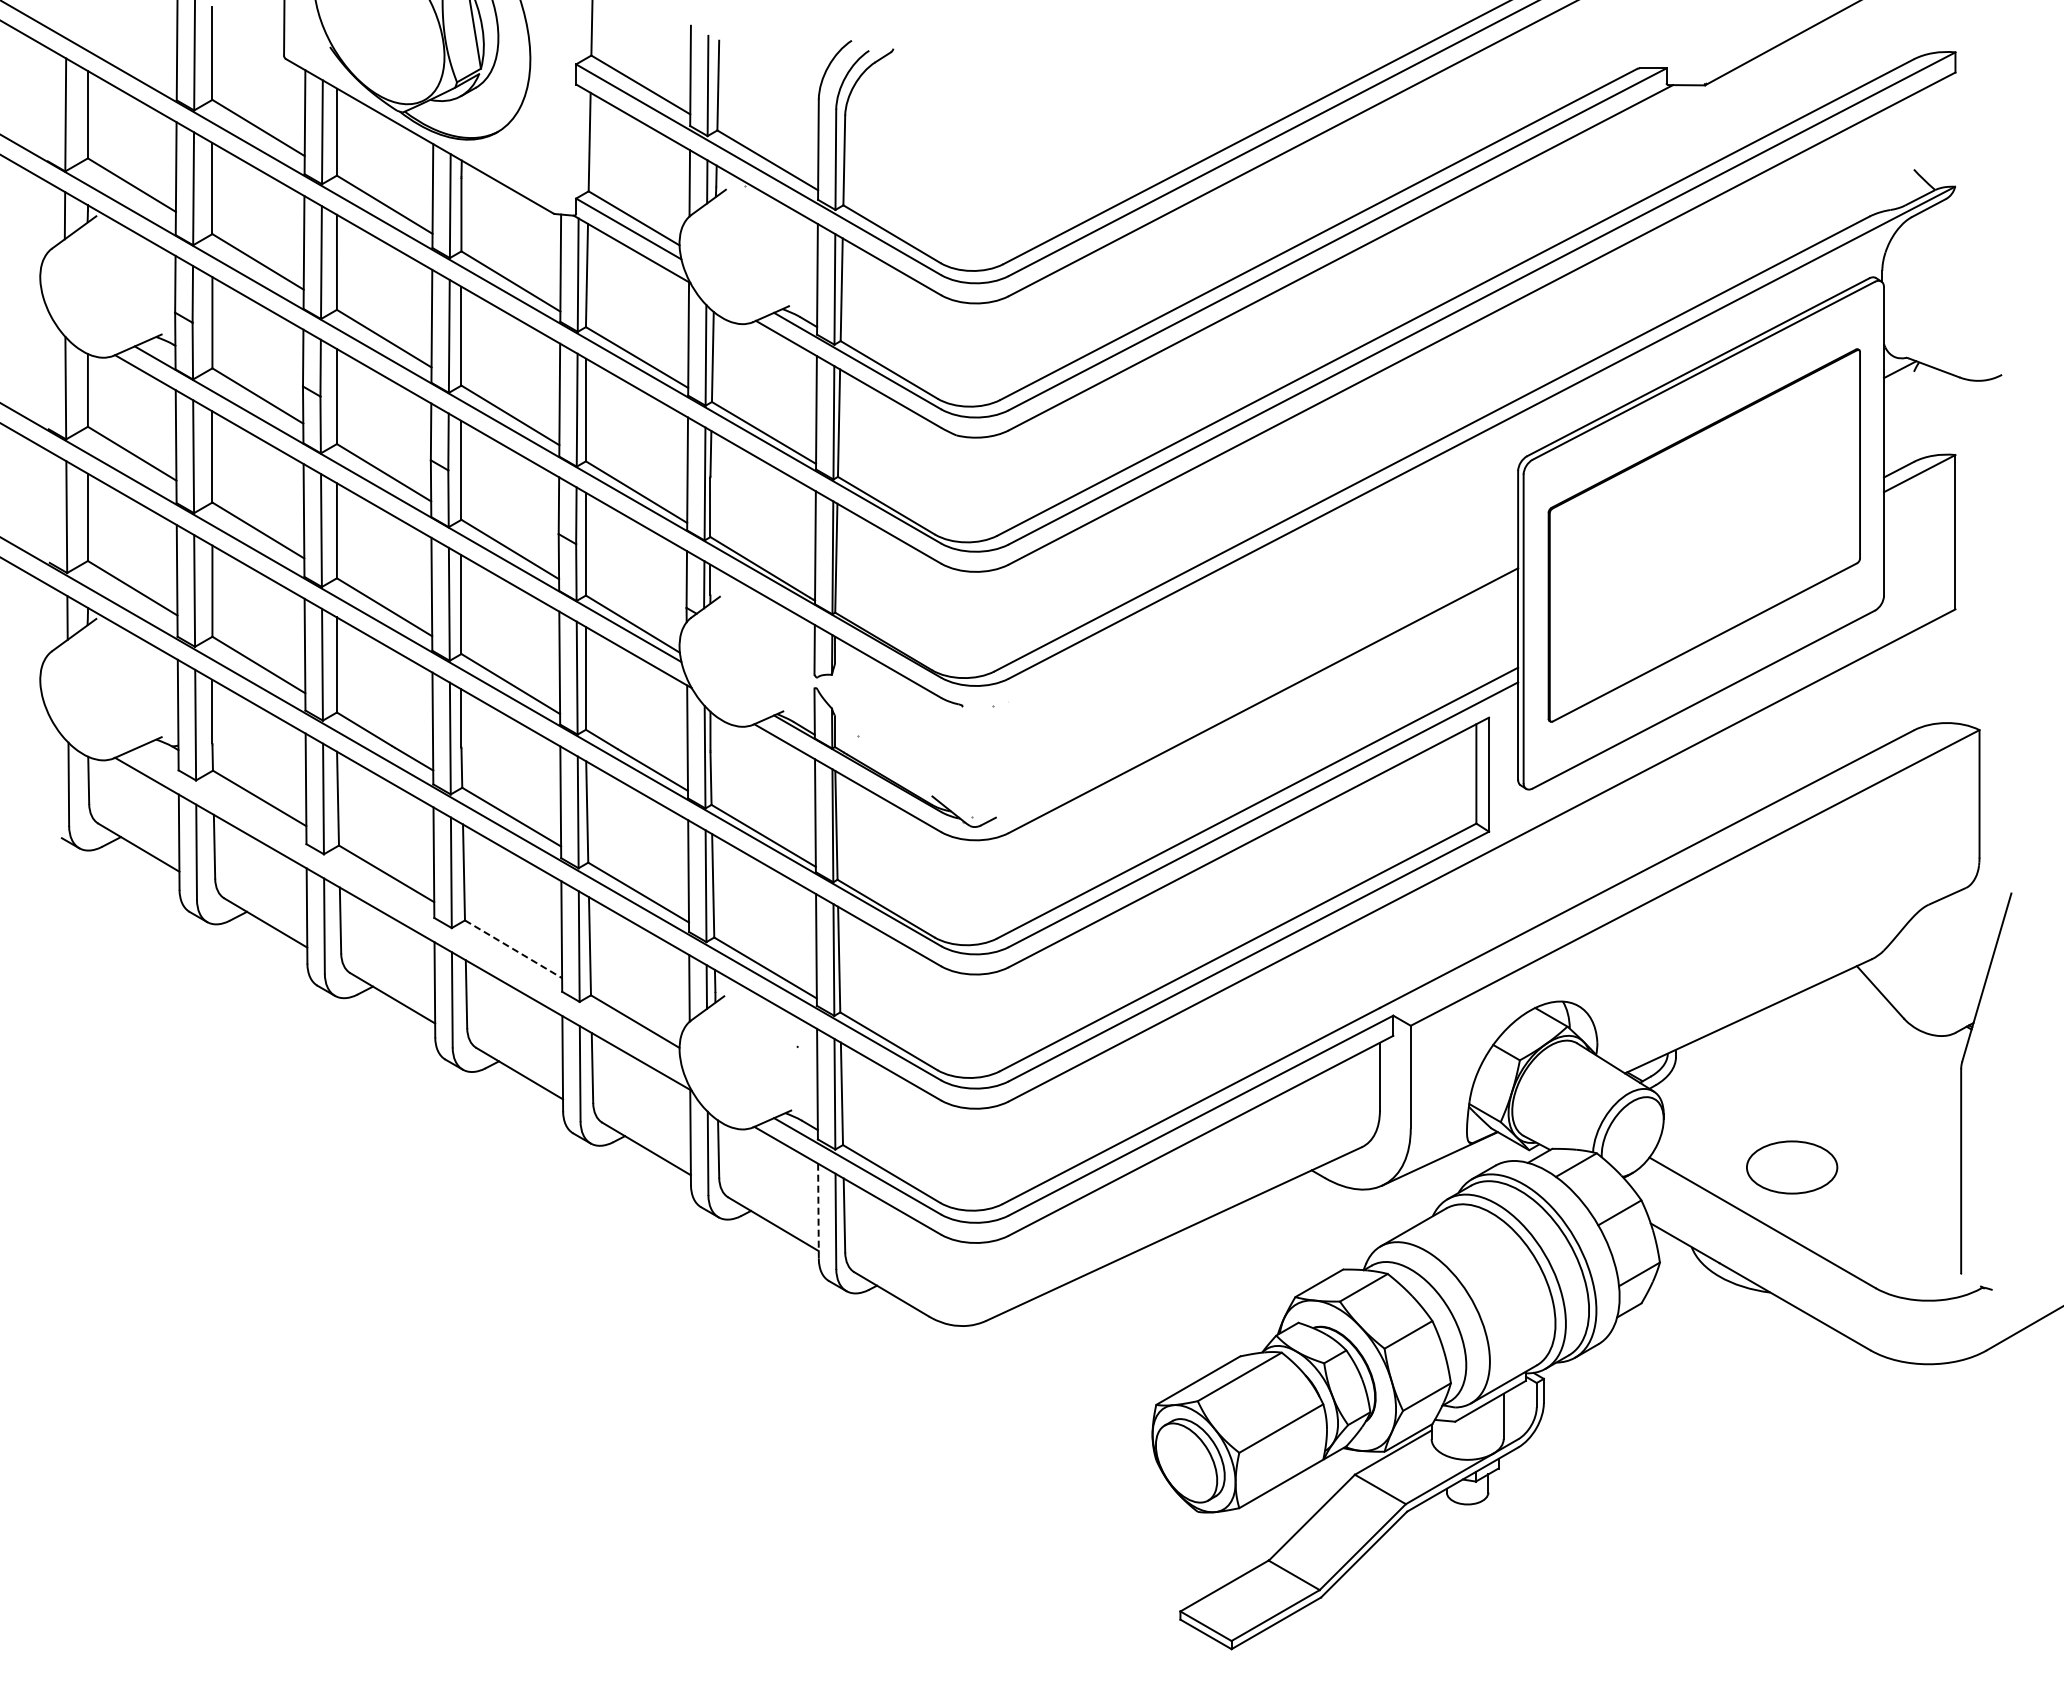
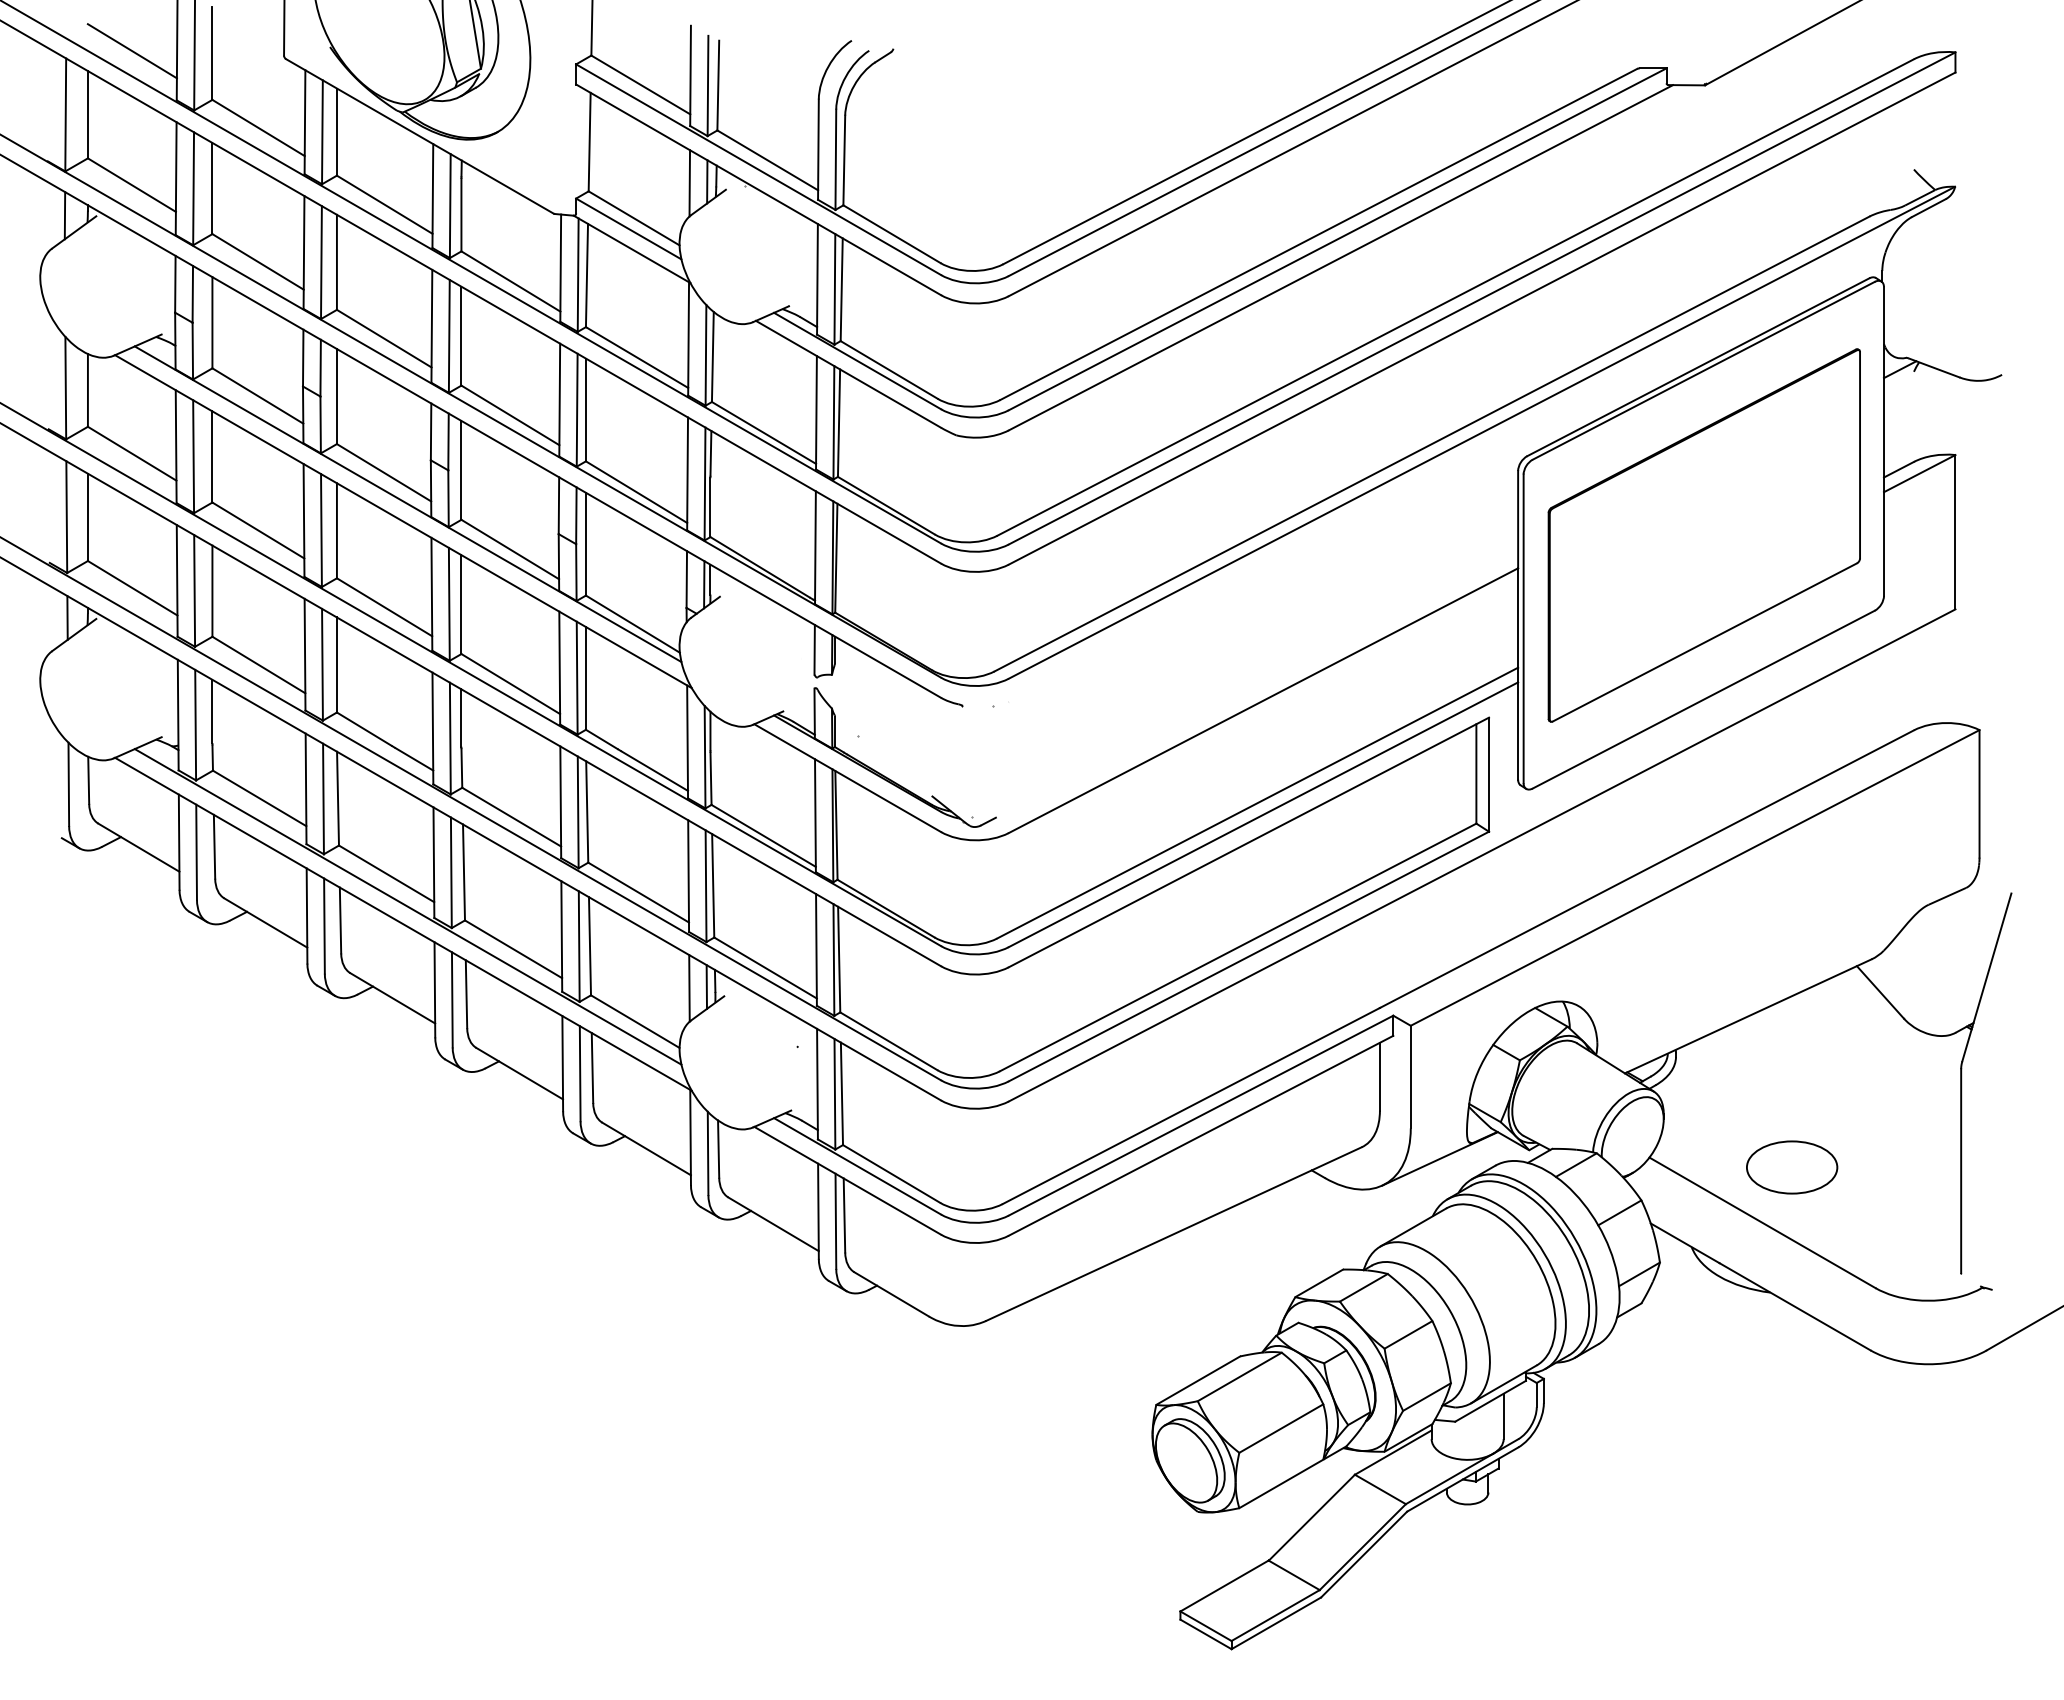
line at (131, 51): none -> present
line at (407, 906): none -> present
line at (513, 949): dashed -> solid
line at (818, 1211): dashed -> solid
